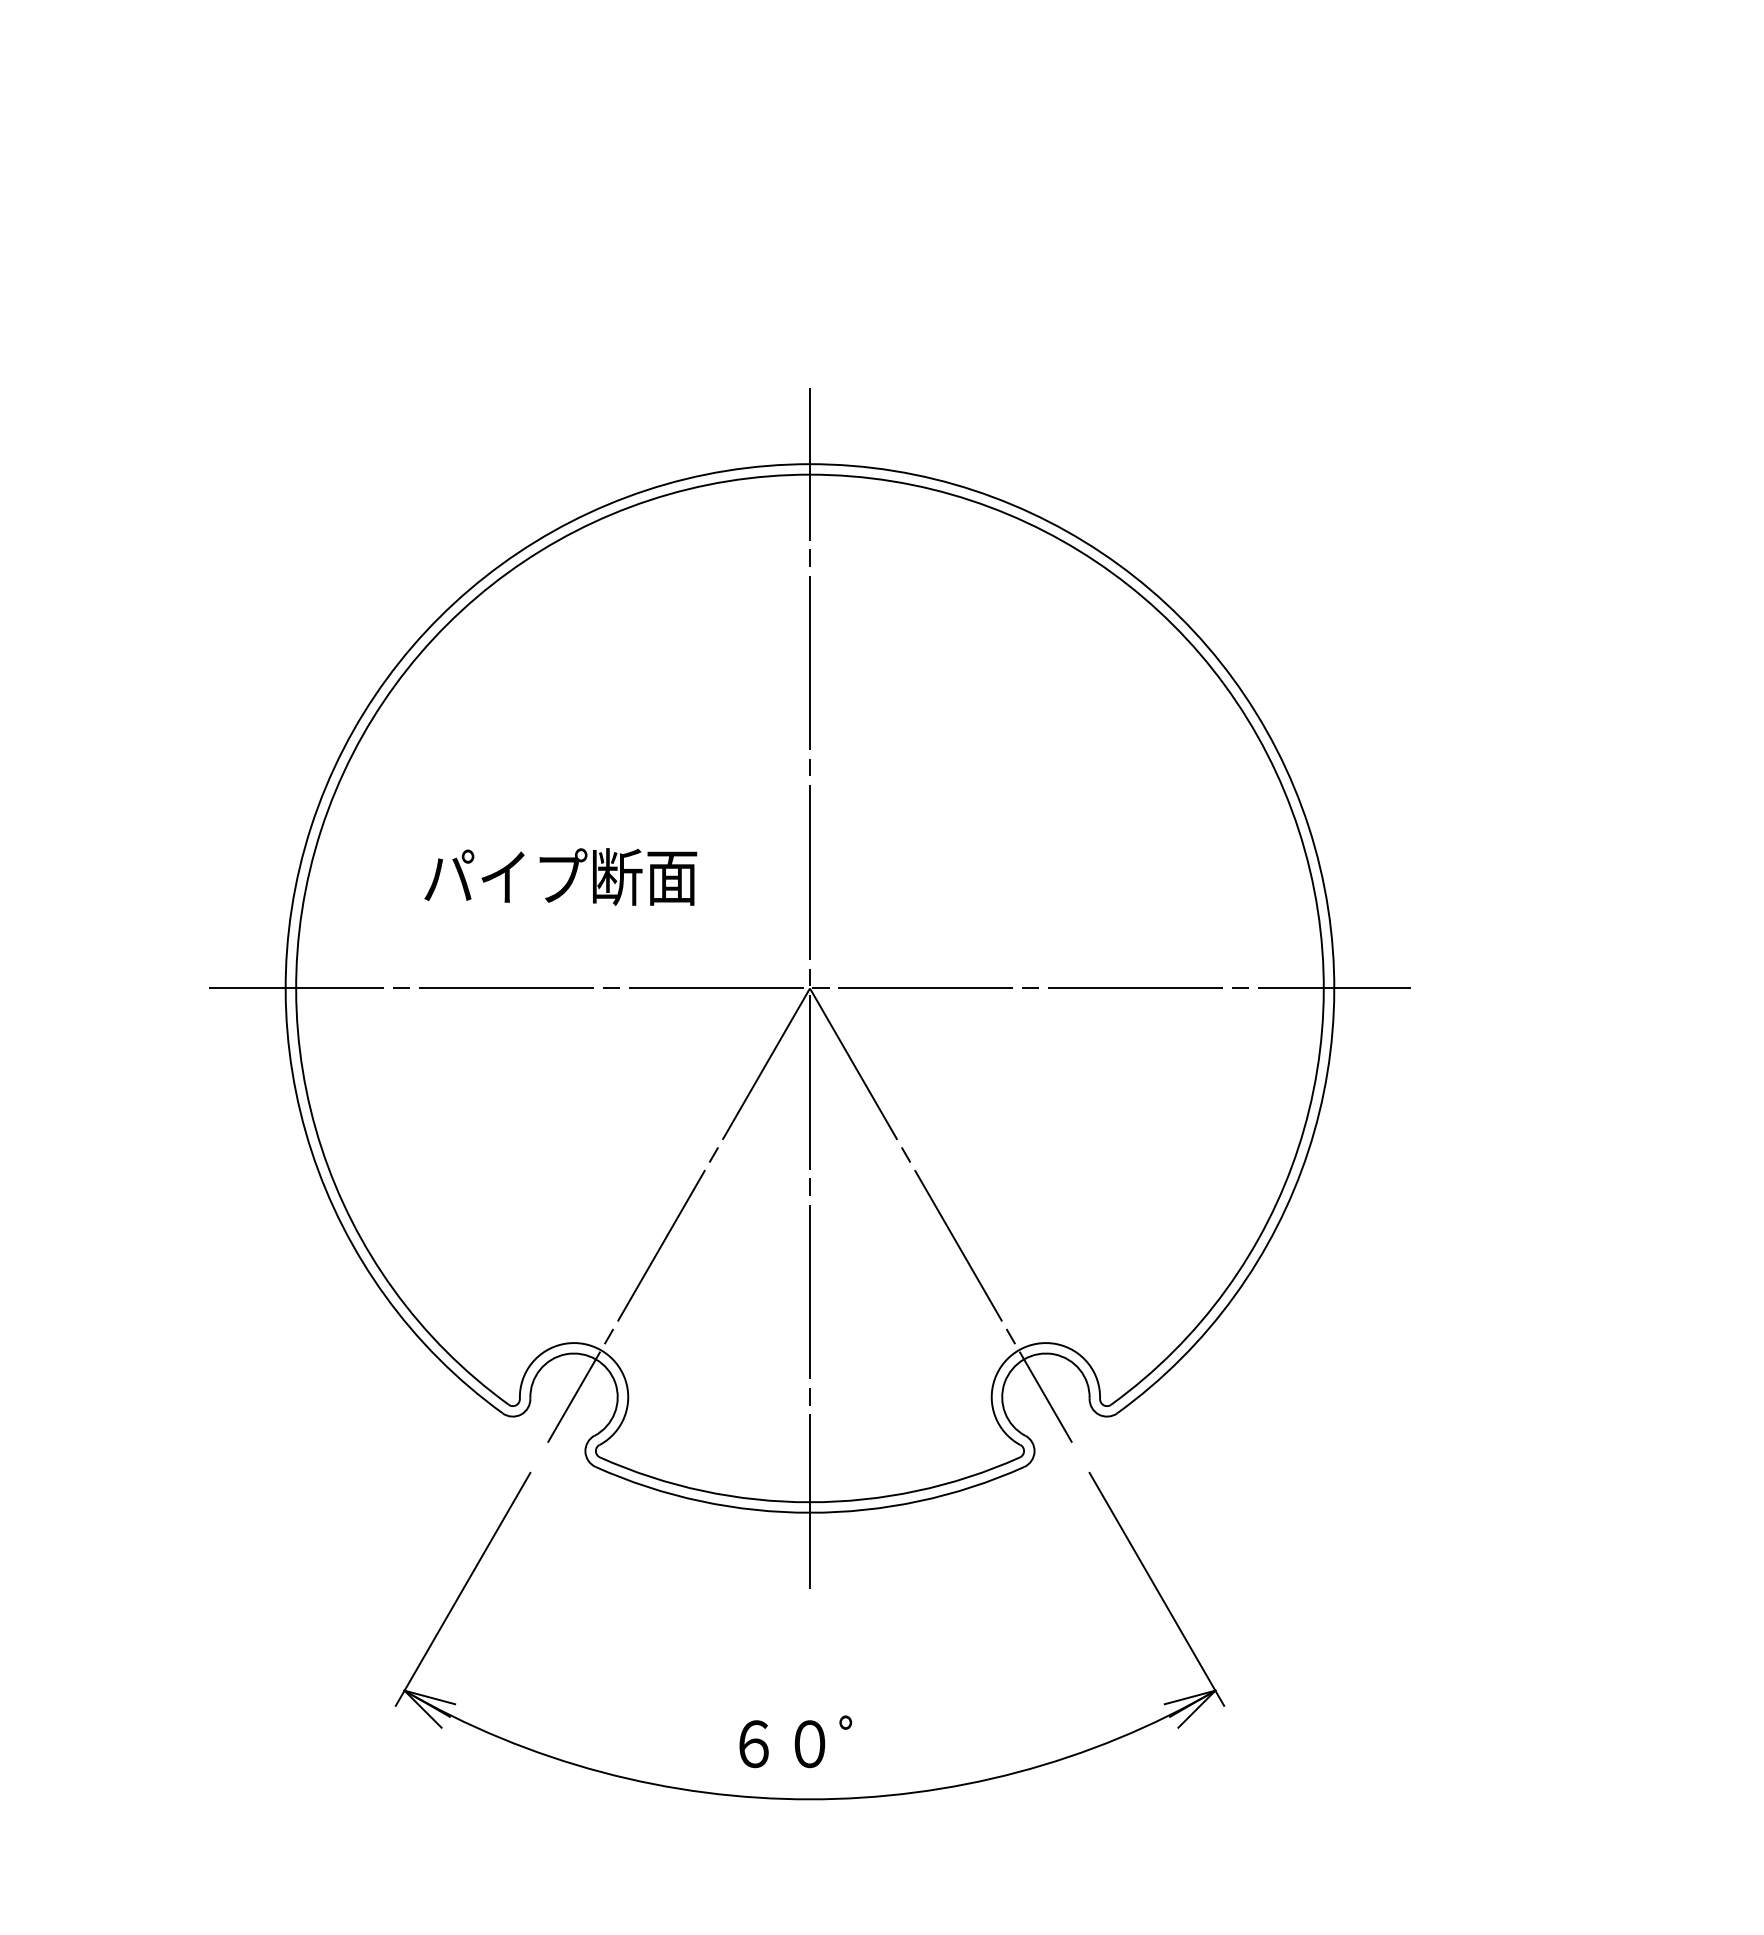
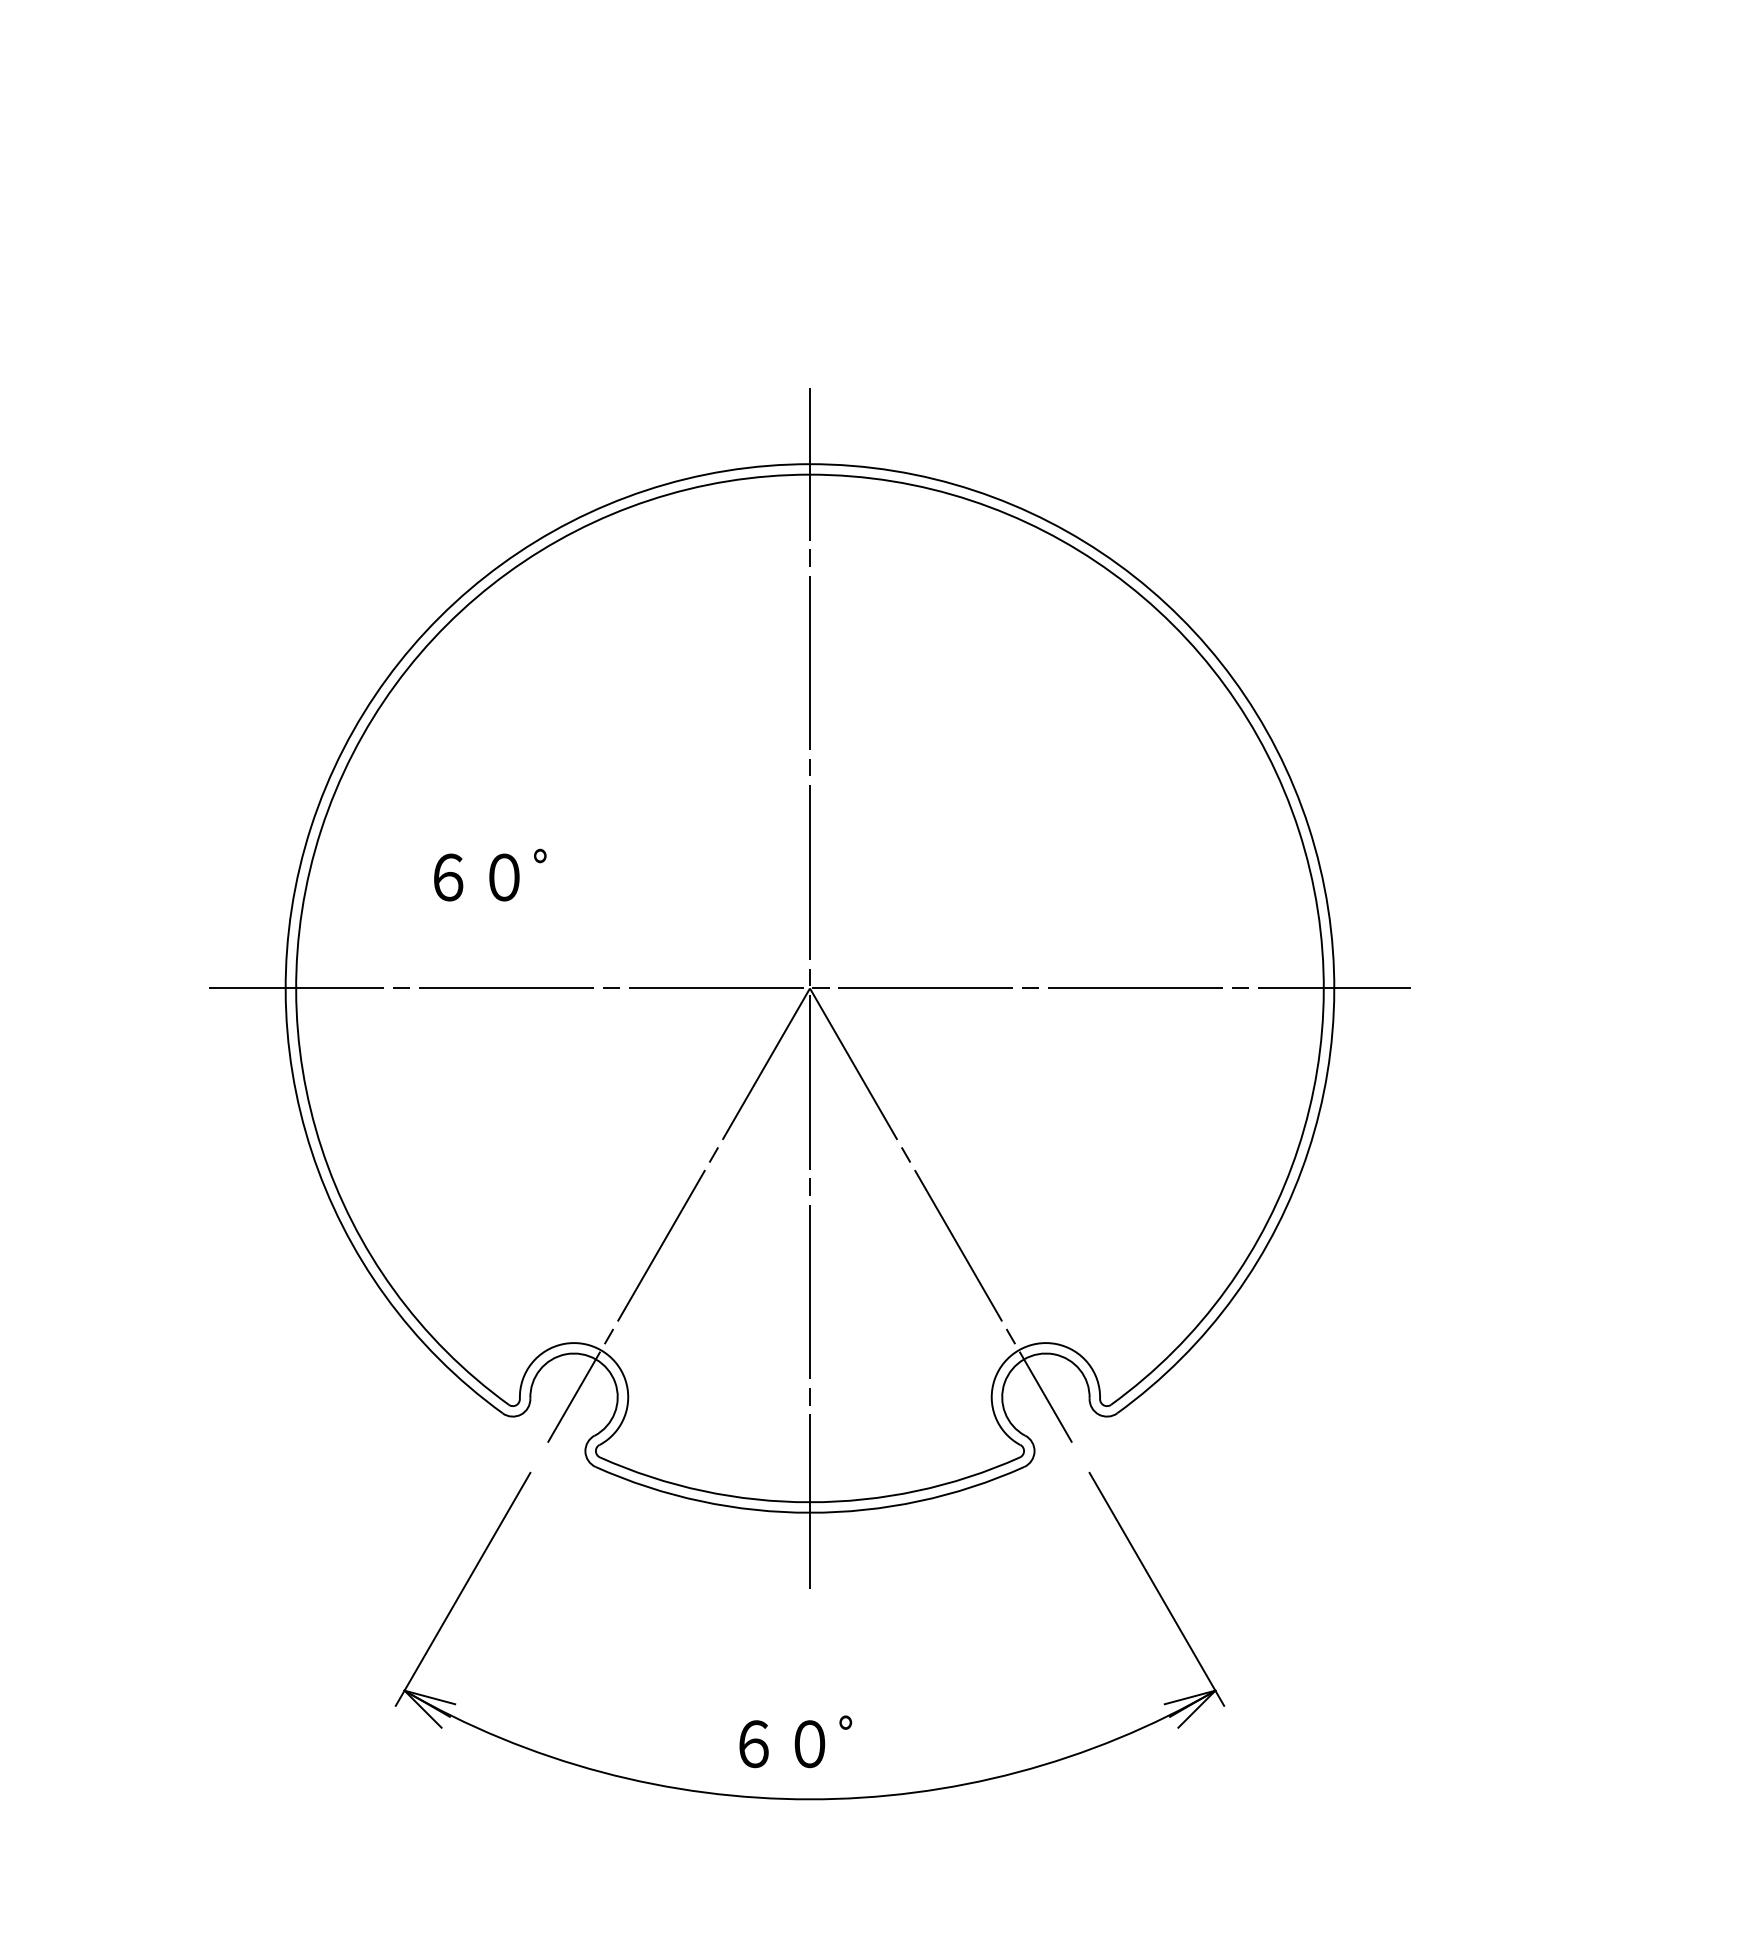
text at (560, 877): パイプ断面 -> ６０゜
